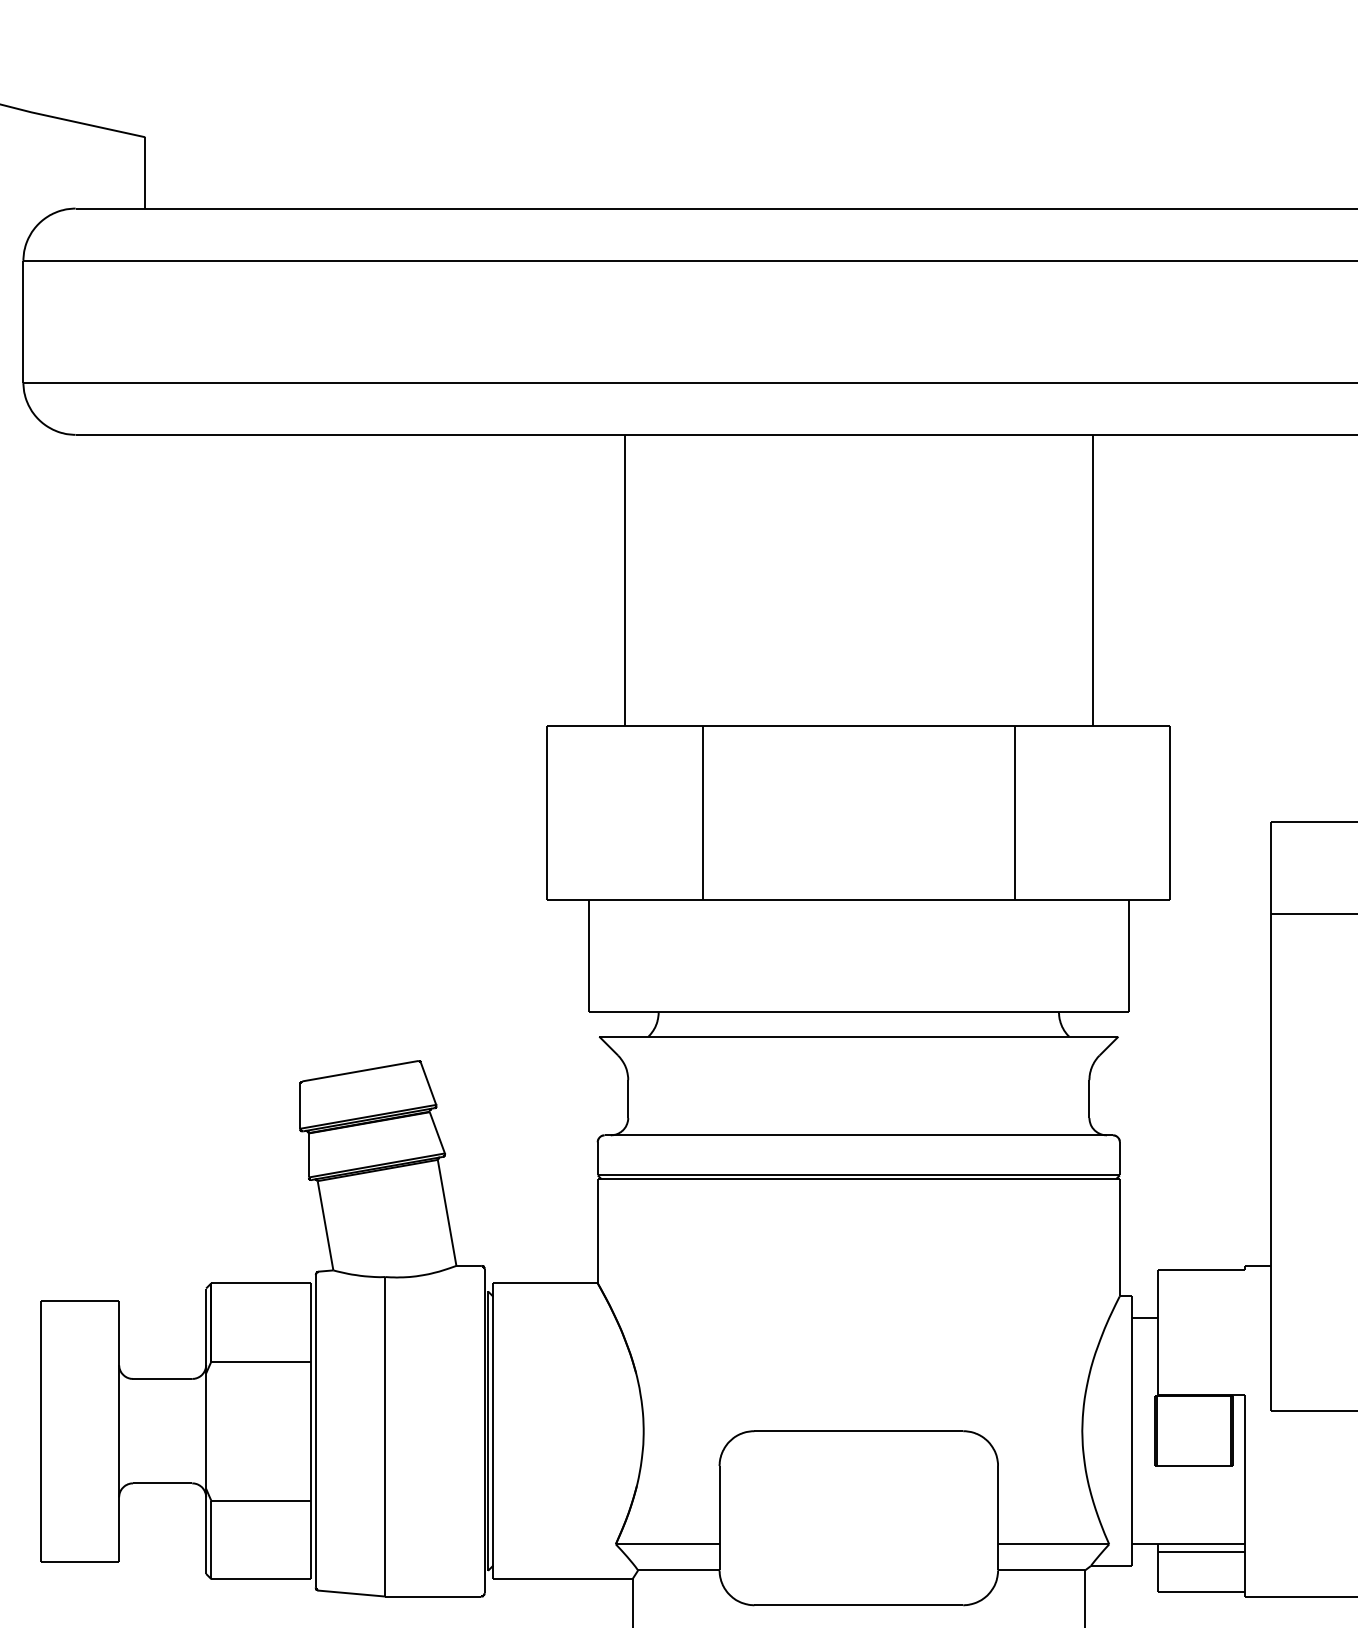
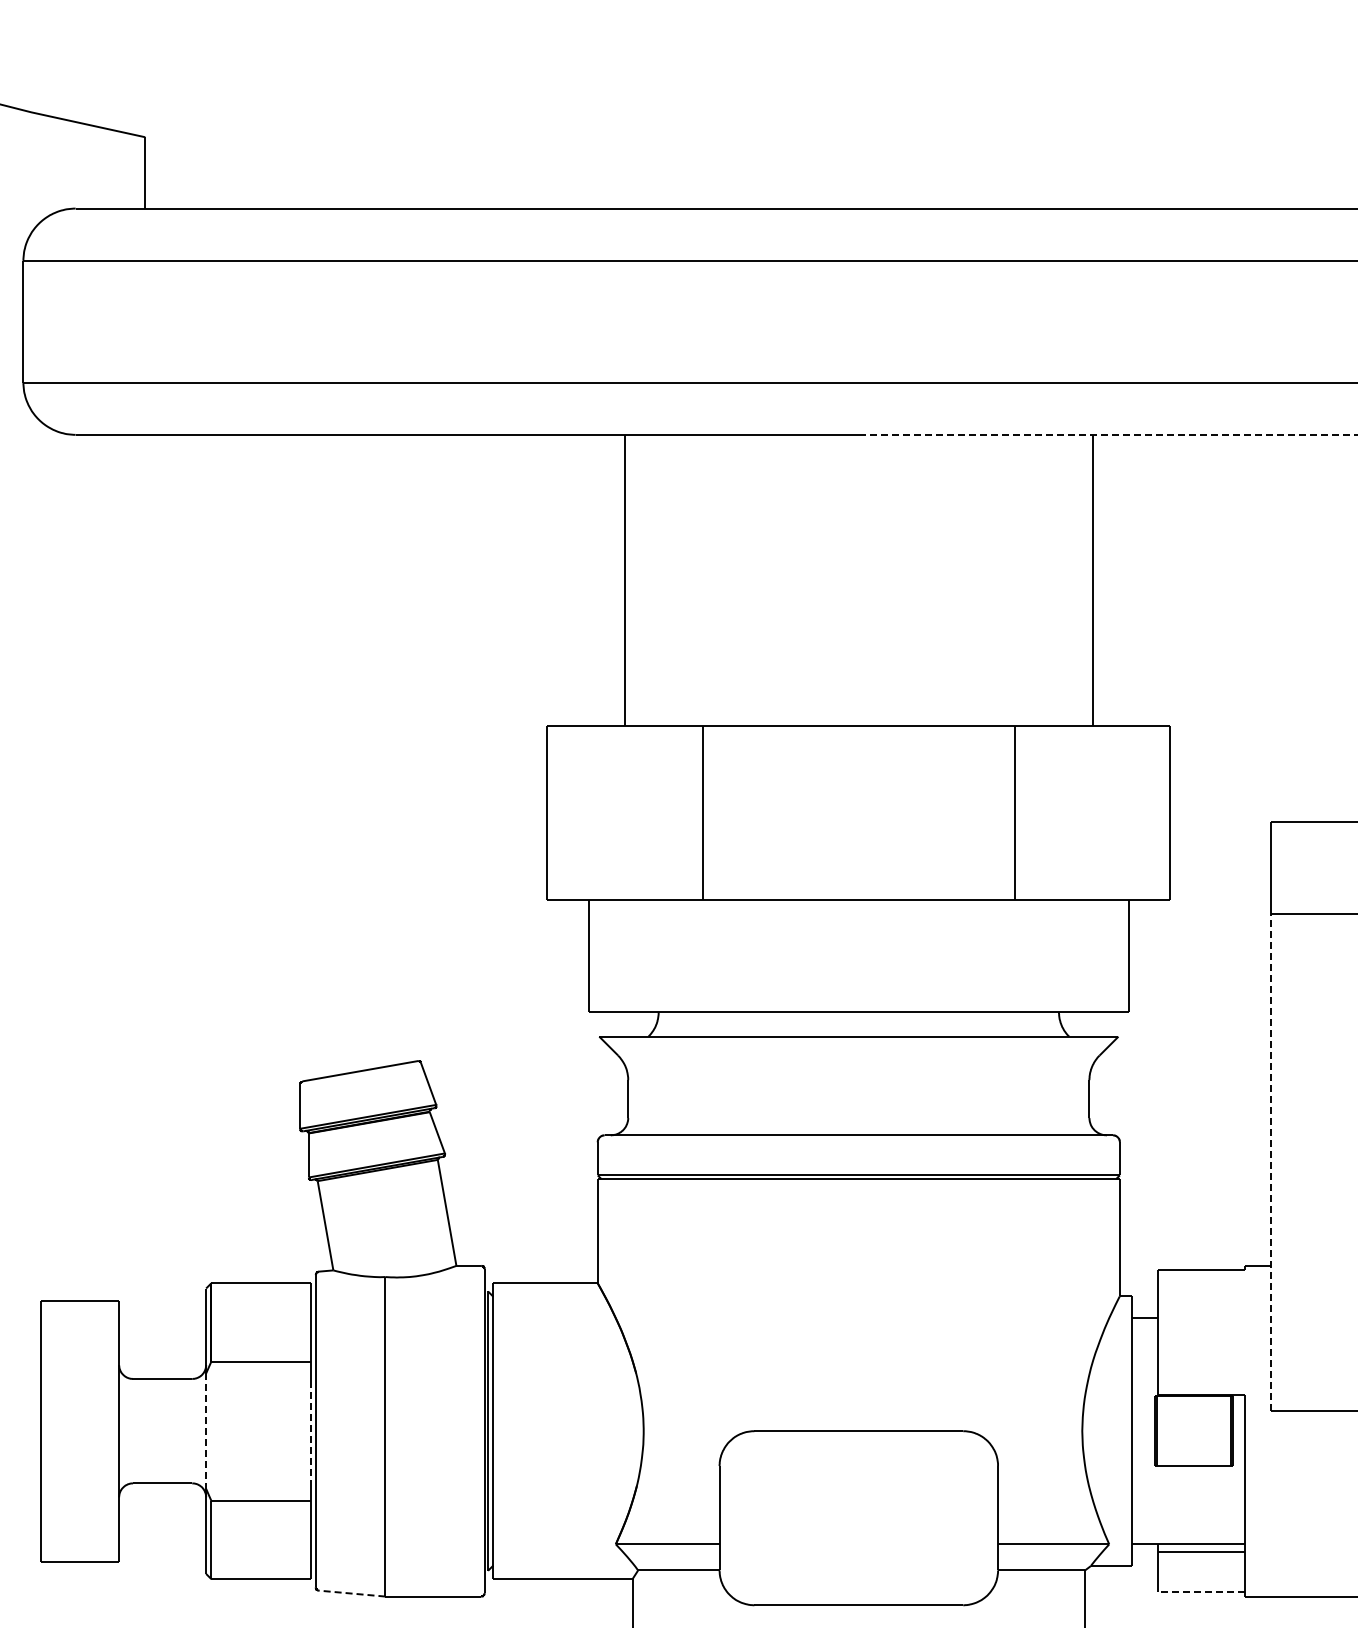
line at (1108, 434): solid -> dashed
line at (1271, 1162): solid -> dashed
line at (206, 1431): solid -> dashed
line at (310, 1431): solid -> dashed
line at (1201, 1592): solid -> dashed
line at (351, 1593): solid -> dashed
